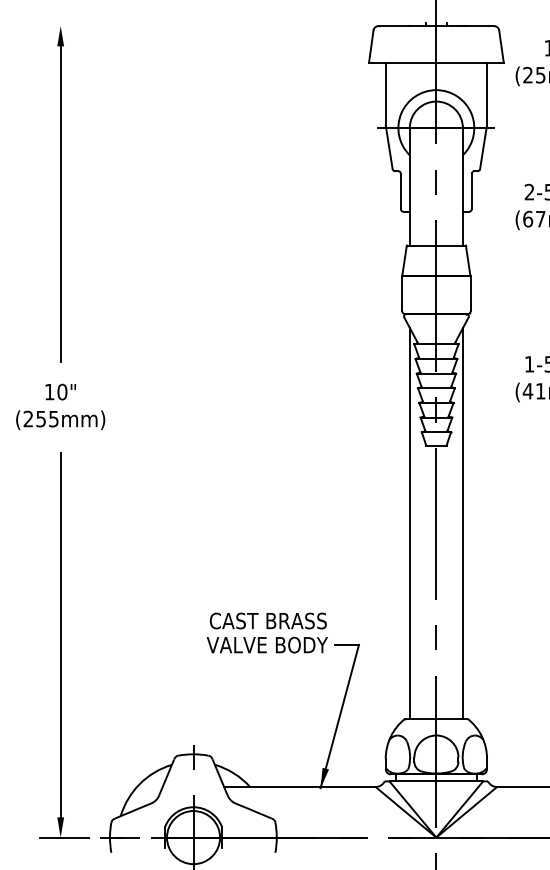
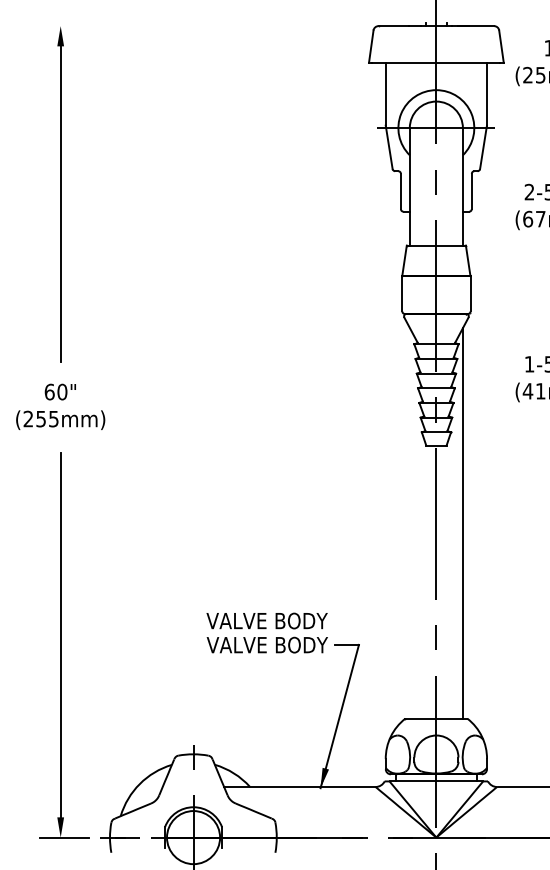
text at (49, 391): 10" -> 60"
line at (409, 523): present -> none
text at (266, 620): CAST BRASS -> VALVE BODY
